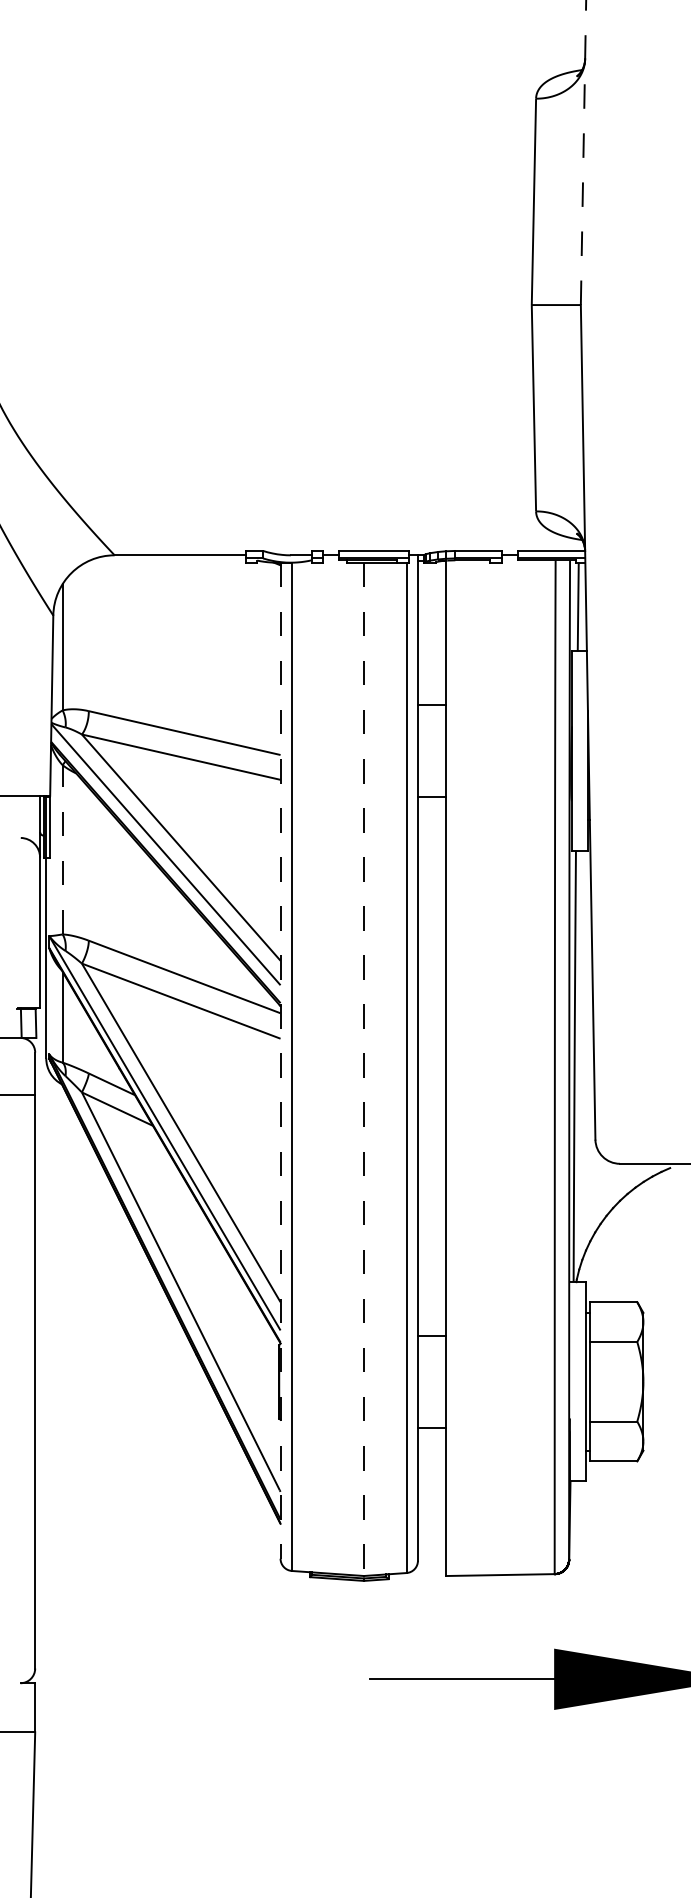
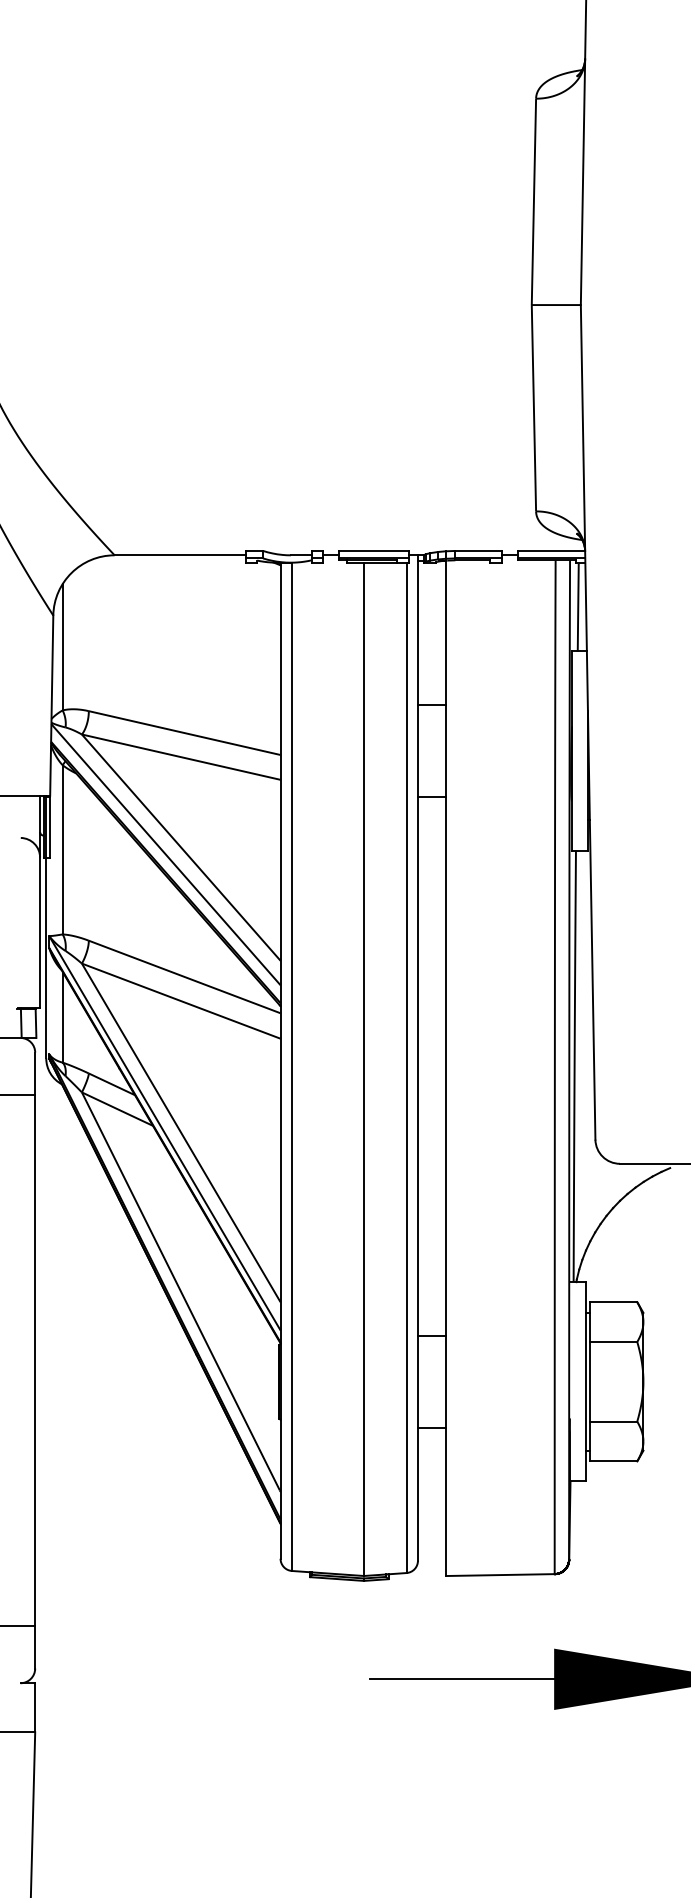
line at (583, 152): dashed -> solid
line at (62, 849): dashed -> solid
line at (280, 1061): dashed -> solid
line at (363, 1069): dashed -> solid
line at (18, 1626): none -> present
